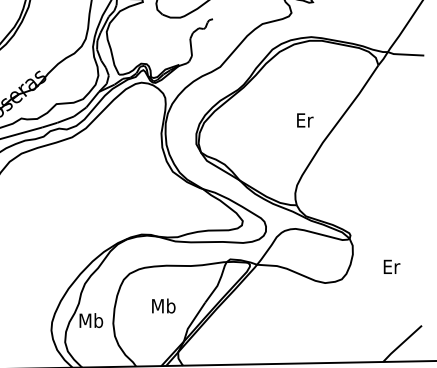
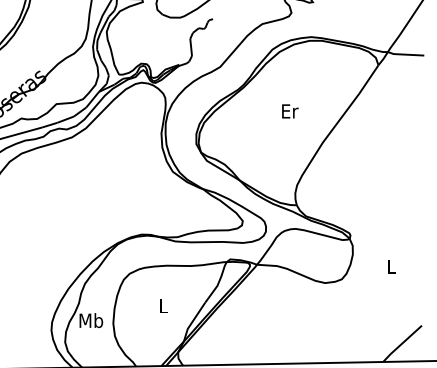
text at (305, 120) position: (305, 120) -> (290, 111)
text at (391, 266): Er -> L
text at (163, 305): Mb -> L
